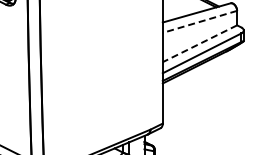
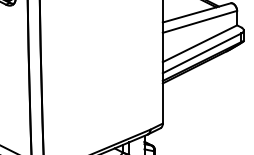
line at (199, 21): dashed -> solid
line at (199, 43): dashed -> solid
